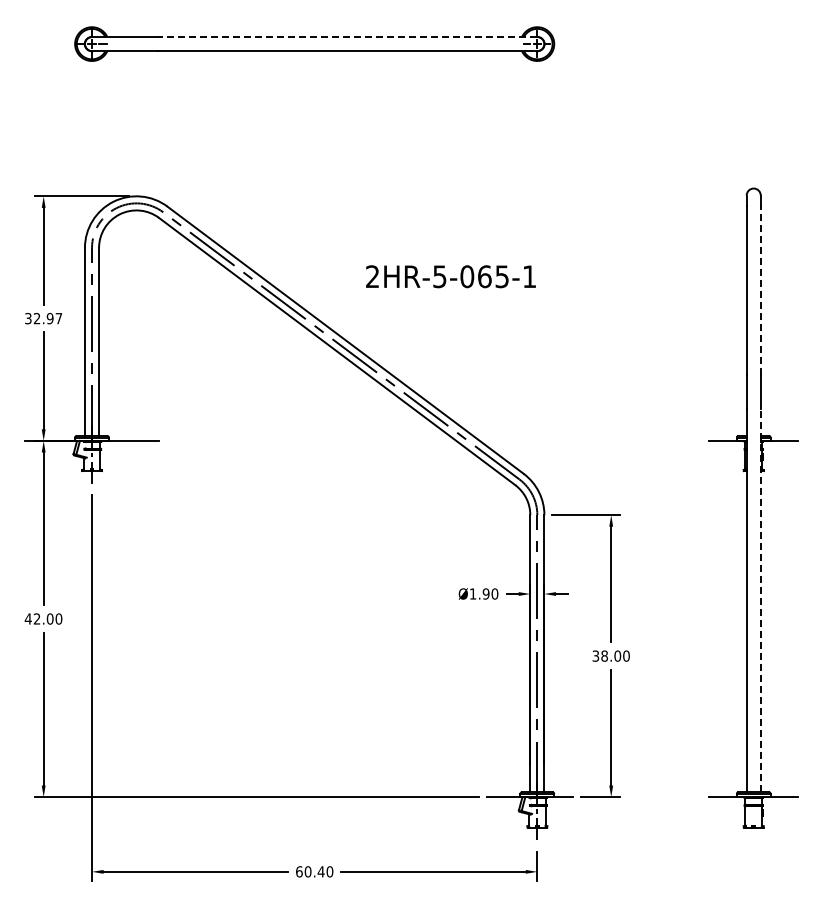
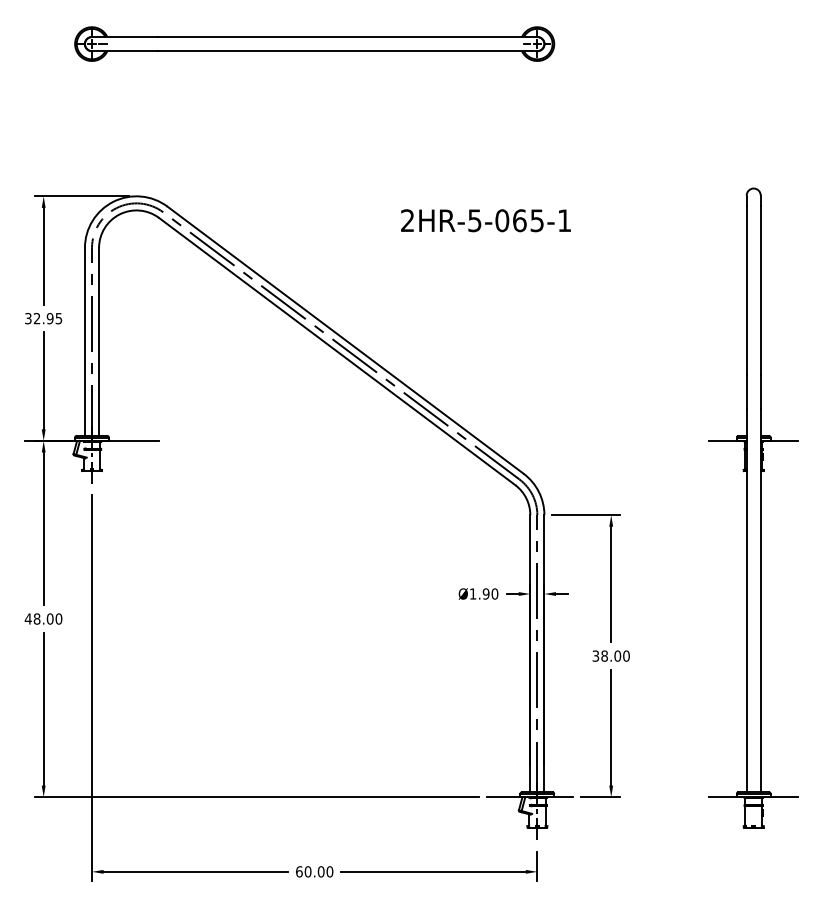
line at (347, 37): dashed -> solid
text at (450, 276) position: (450, 276) -> (485, 220)
line at (760, 290): dashed -> solid
text at (58, 318): 32.97 -> 32.95
line at (760, 600): dashed -> solid
text at (36, 618): 42.00 -> 48.00
text at (320, 871): 60.40 -> 60.00
